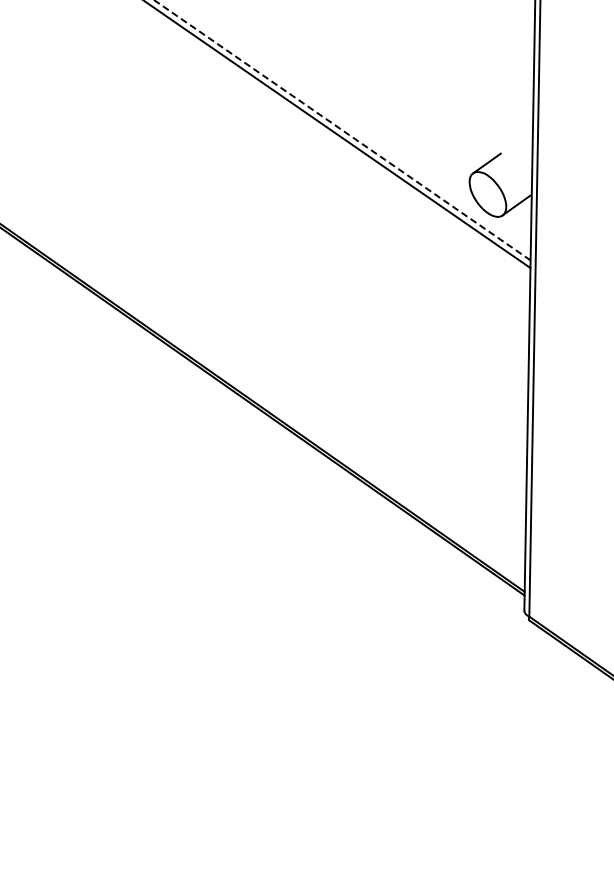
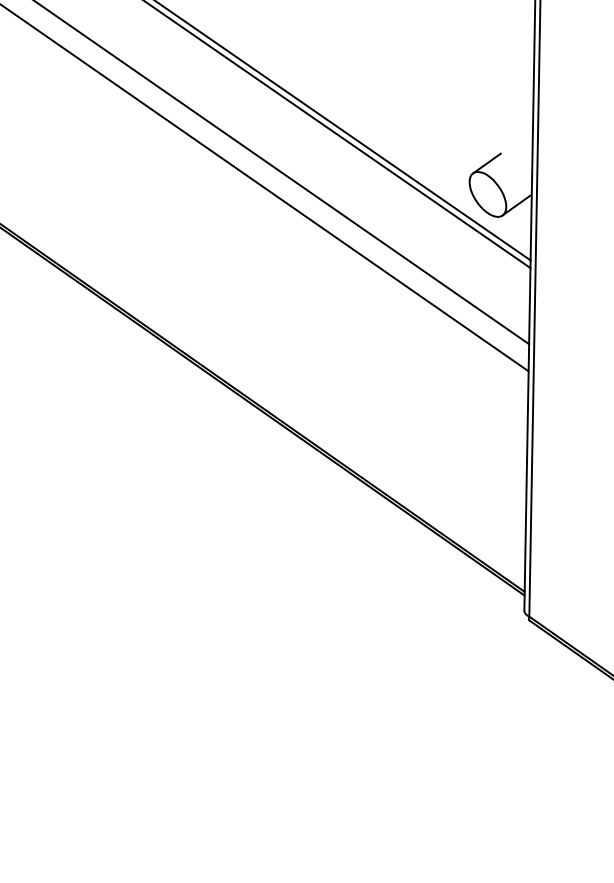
line at (342, 130): dashed -> solid
line at (282, 173): none -> present
line at (265, 188): none -> present
